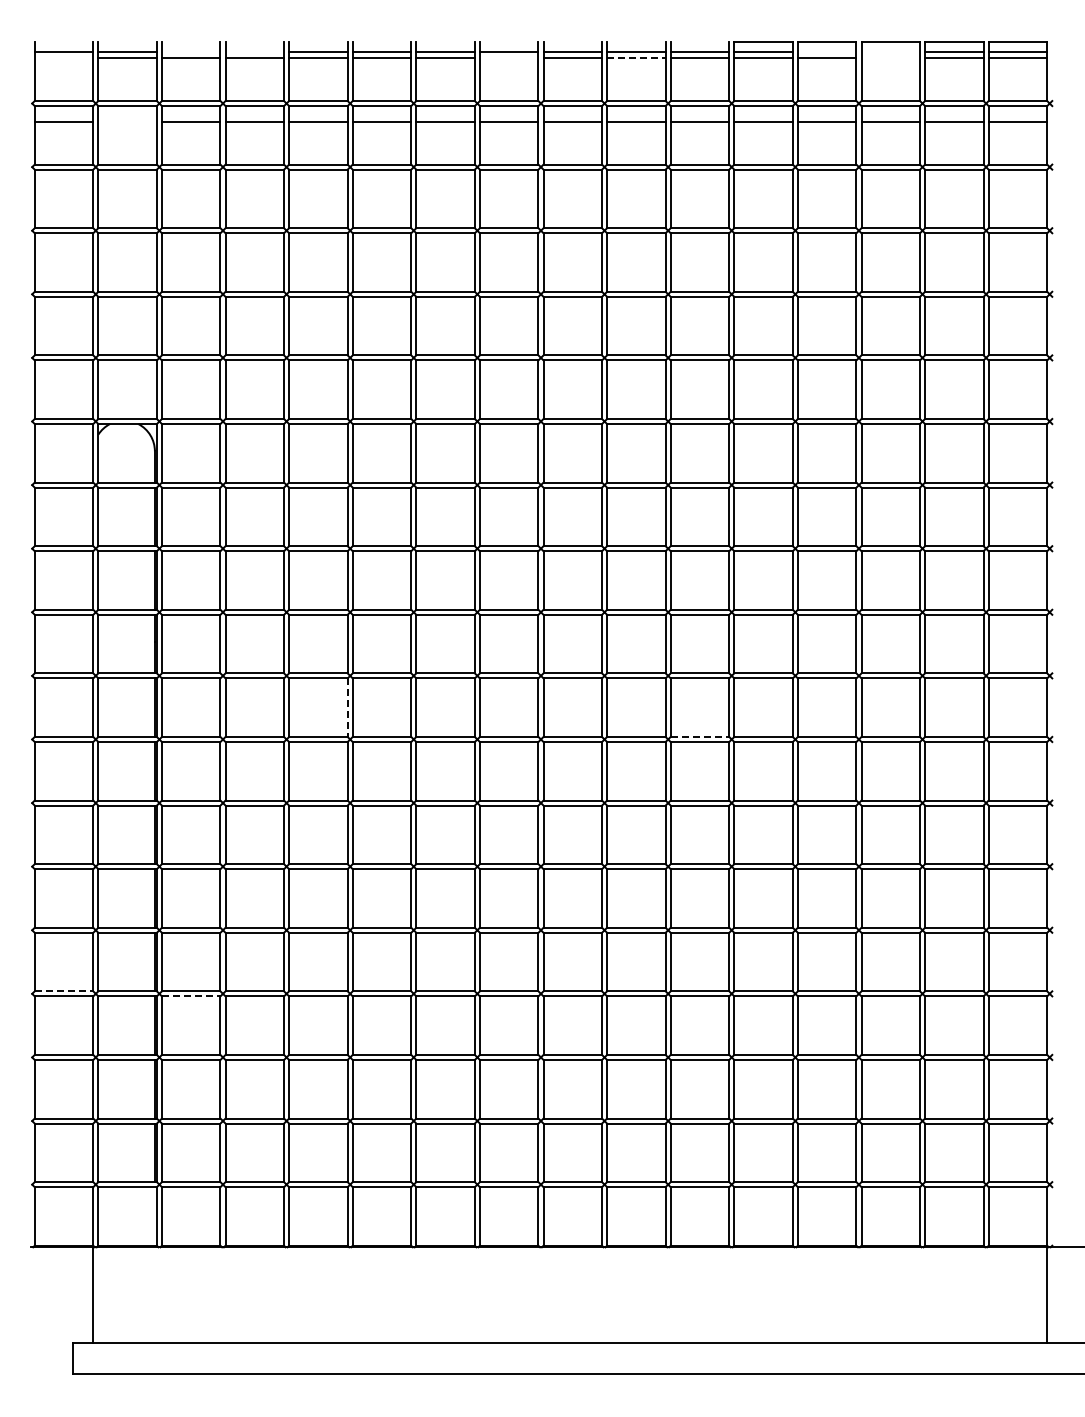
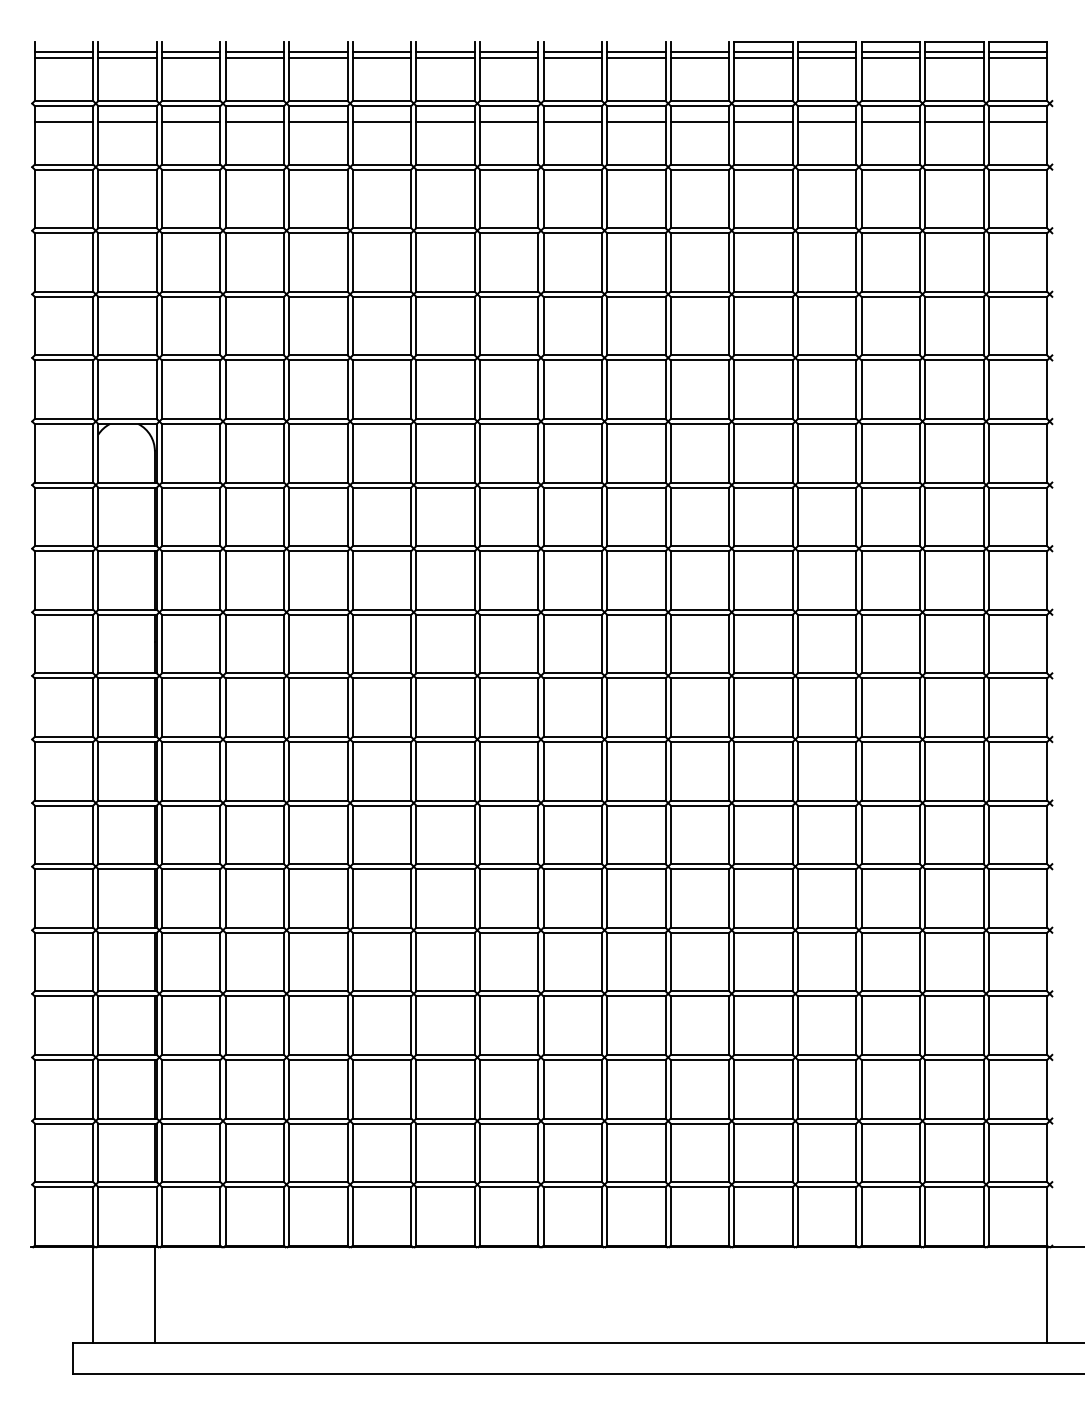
line at (190, 51): none -> present
line at (254, 51): none -> present
line at (826, 51): none -> present
line at (890, 51): none -> present
line at (63, 58): none -> present
line at (508, 58): none -> present
line at (636, 58): dashed -> solid
line at (890, 58): none -> present
line at (127, 121): none -> present
line at (347, 708): dashed -> solid
line at (700, 736): dashed -> solid
line at (64, 991): dashed -> solid
line at (191, 996): dashed -> solid
line at (154, 1294): none -> present
